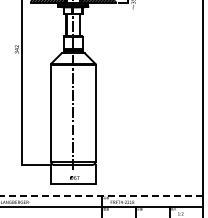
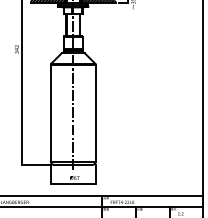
line at (101, 195): dashed -> solid
